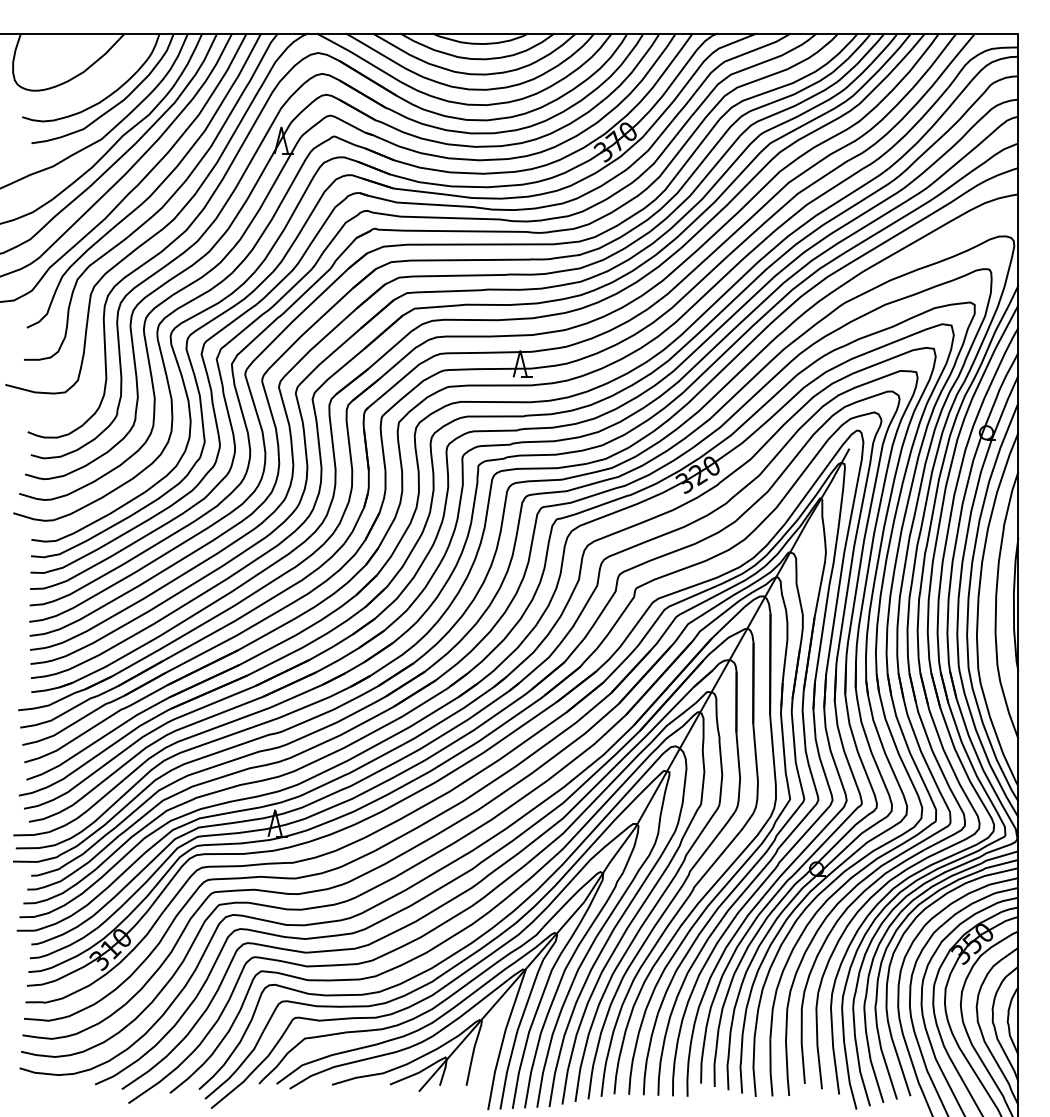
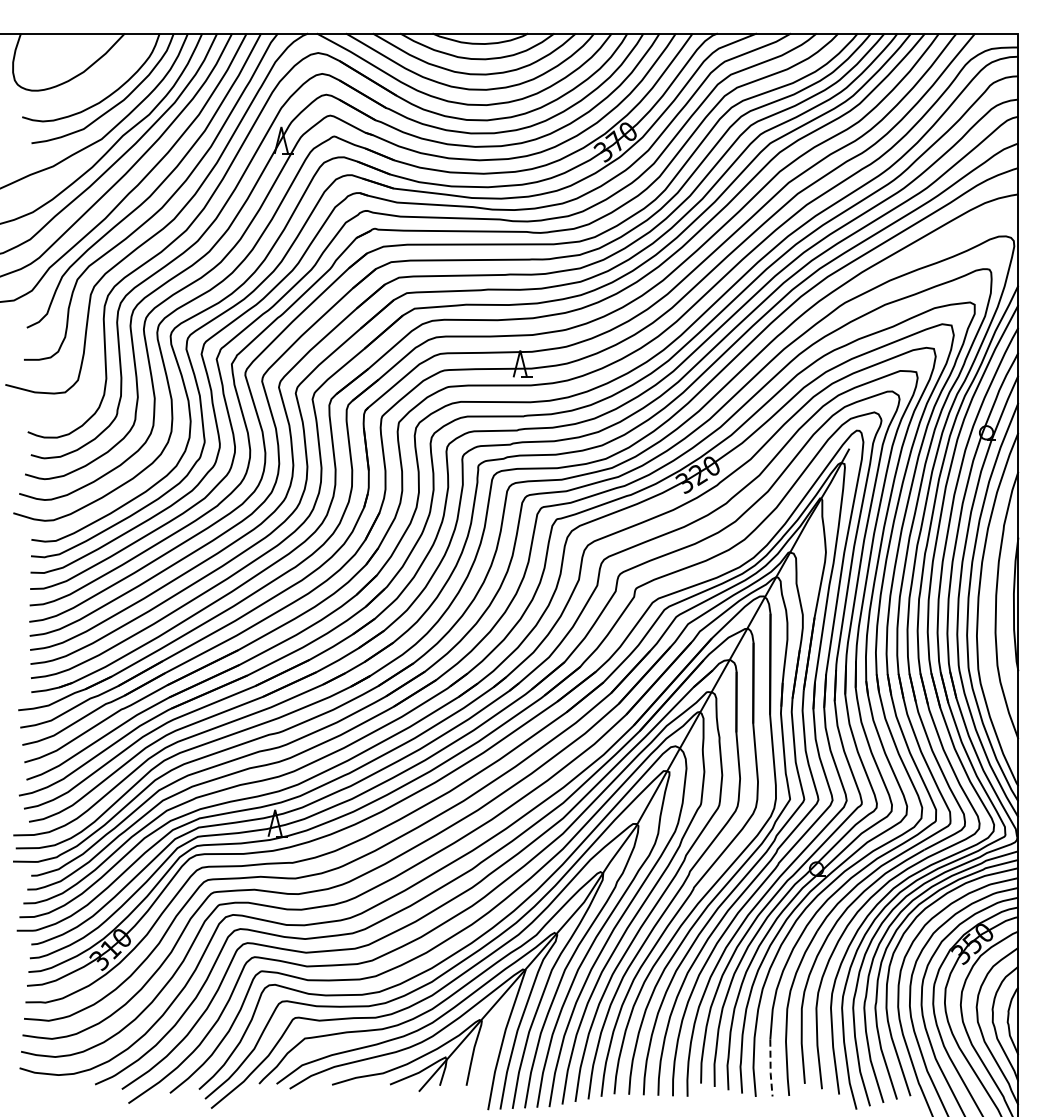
line at (770, 1069): solid -> dashed
